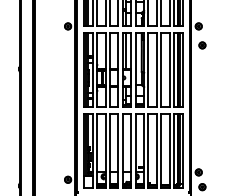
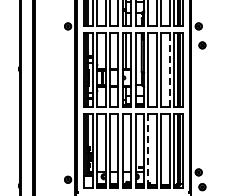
line at (169, 69): solid -> dashed
line at (148, 150): solid -> dashed
